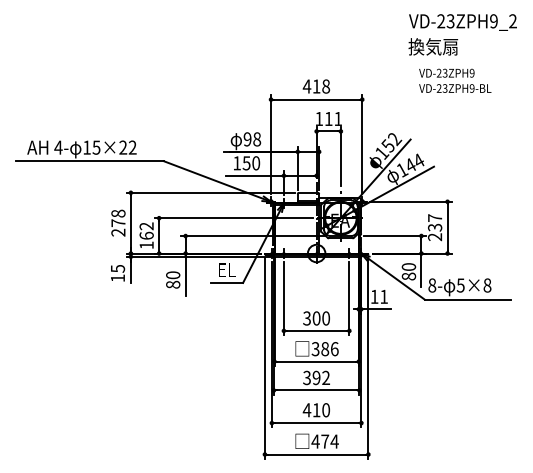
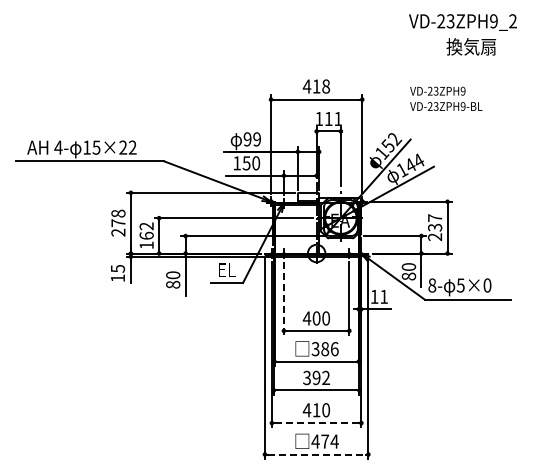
text at (433, 46) position: (433, 46) -> (471, 46)
text at (455, 80) position: (455, 80) -> (446, 98)
text at (257, 139): 98 -> 99
text at (487, 285): 5×8 -> 5×0
line at (283, 298): solid -> dashed
text at (306, 318): 300 -> 400
line at (317, 423): solid -> dashed
line at (317, 454): solid -> dashed
